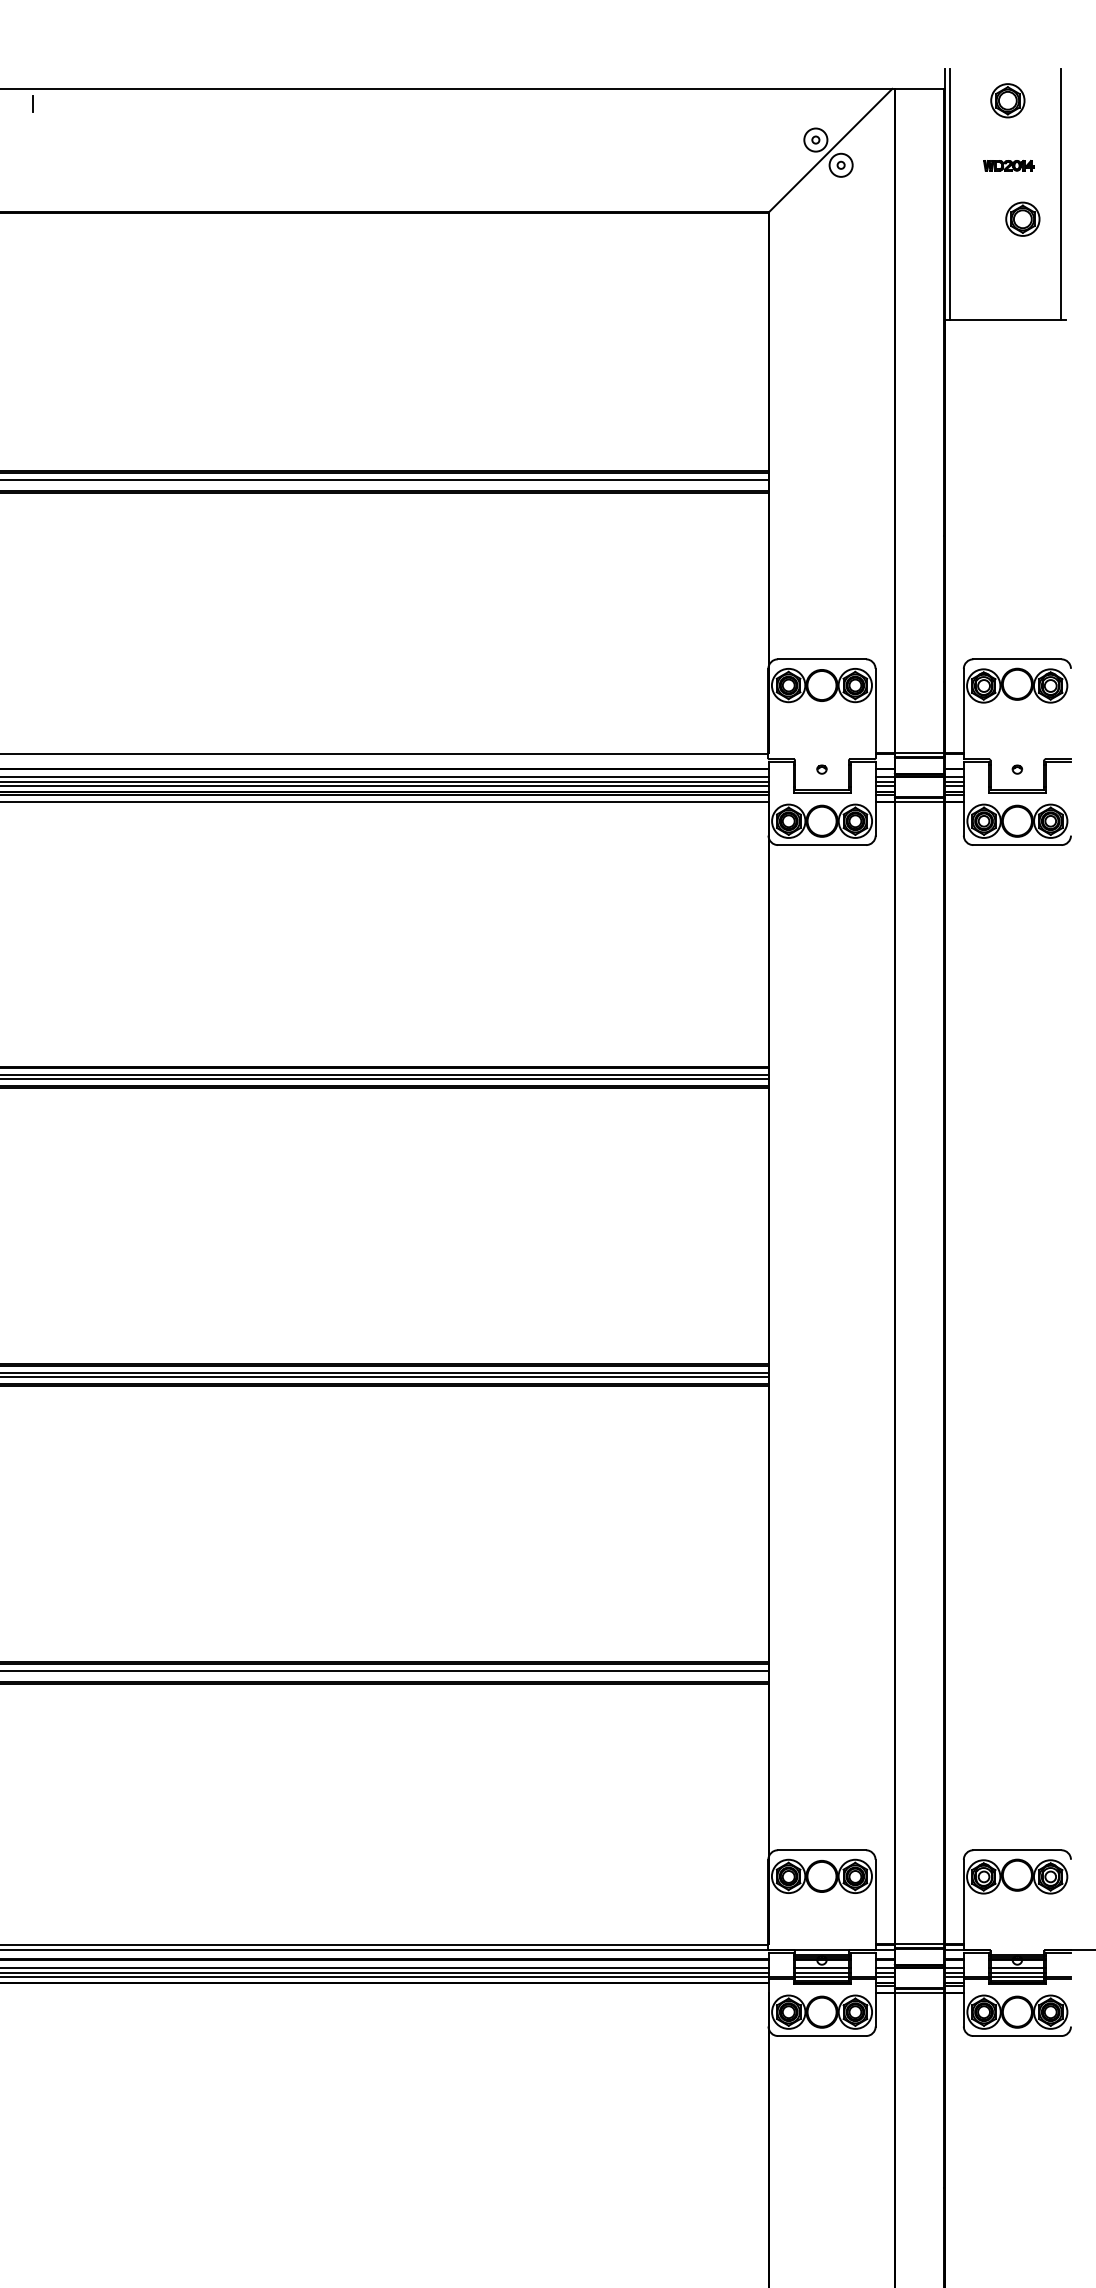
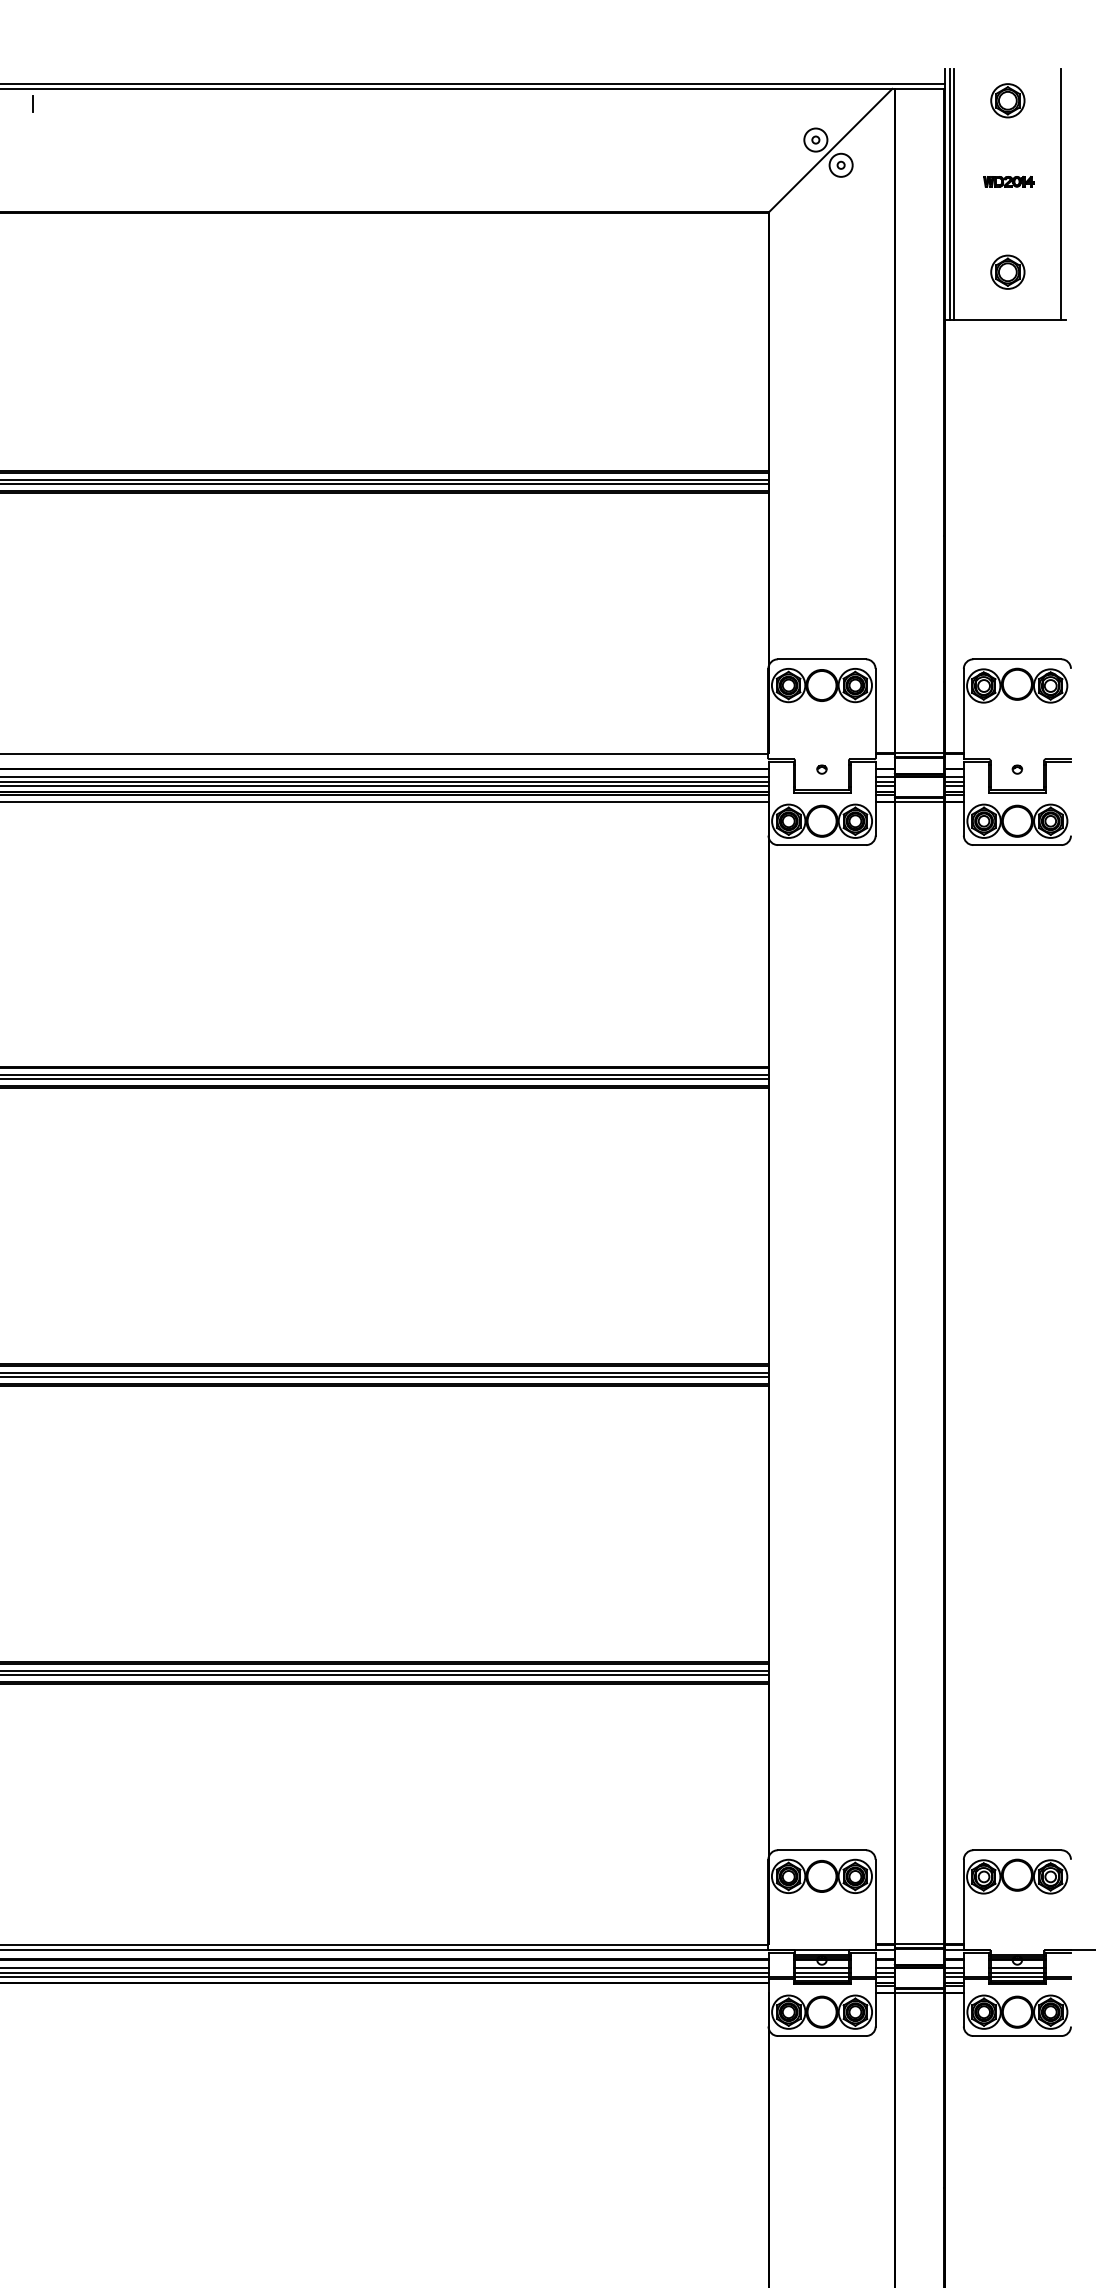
line at (473, 84): none -> present
part at (1008, 165) position: (1008, 165) -> (1008, 181)
line at (954, 193): none -> present
part at (1022, 218) position: (1022, 218) -> (1007, 271)
line at (385, 483): none -> present
line at (385, 1674): none -> present
